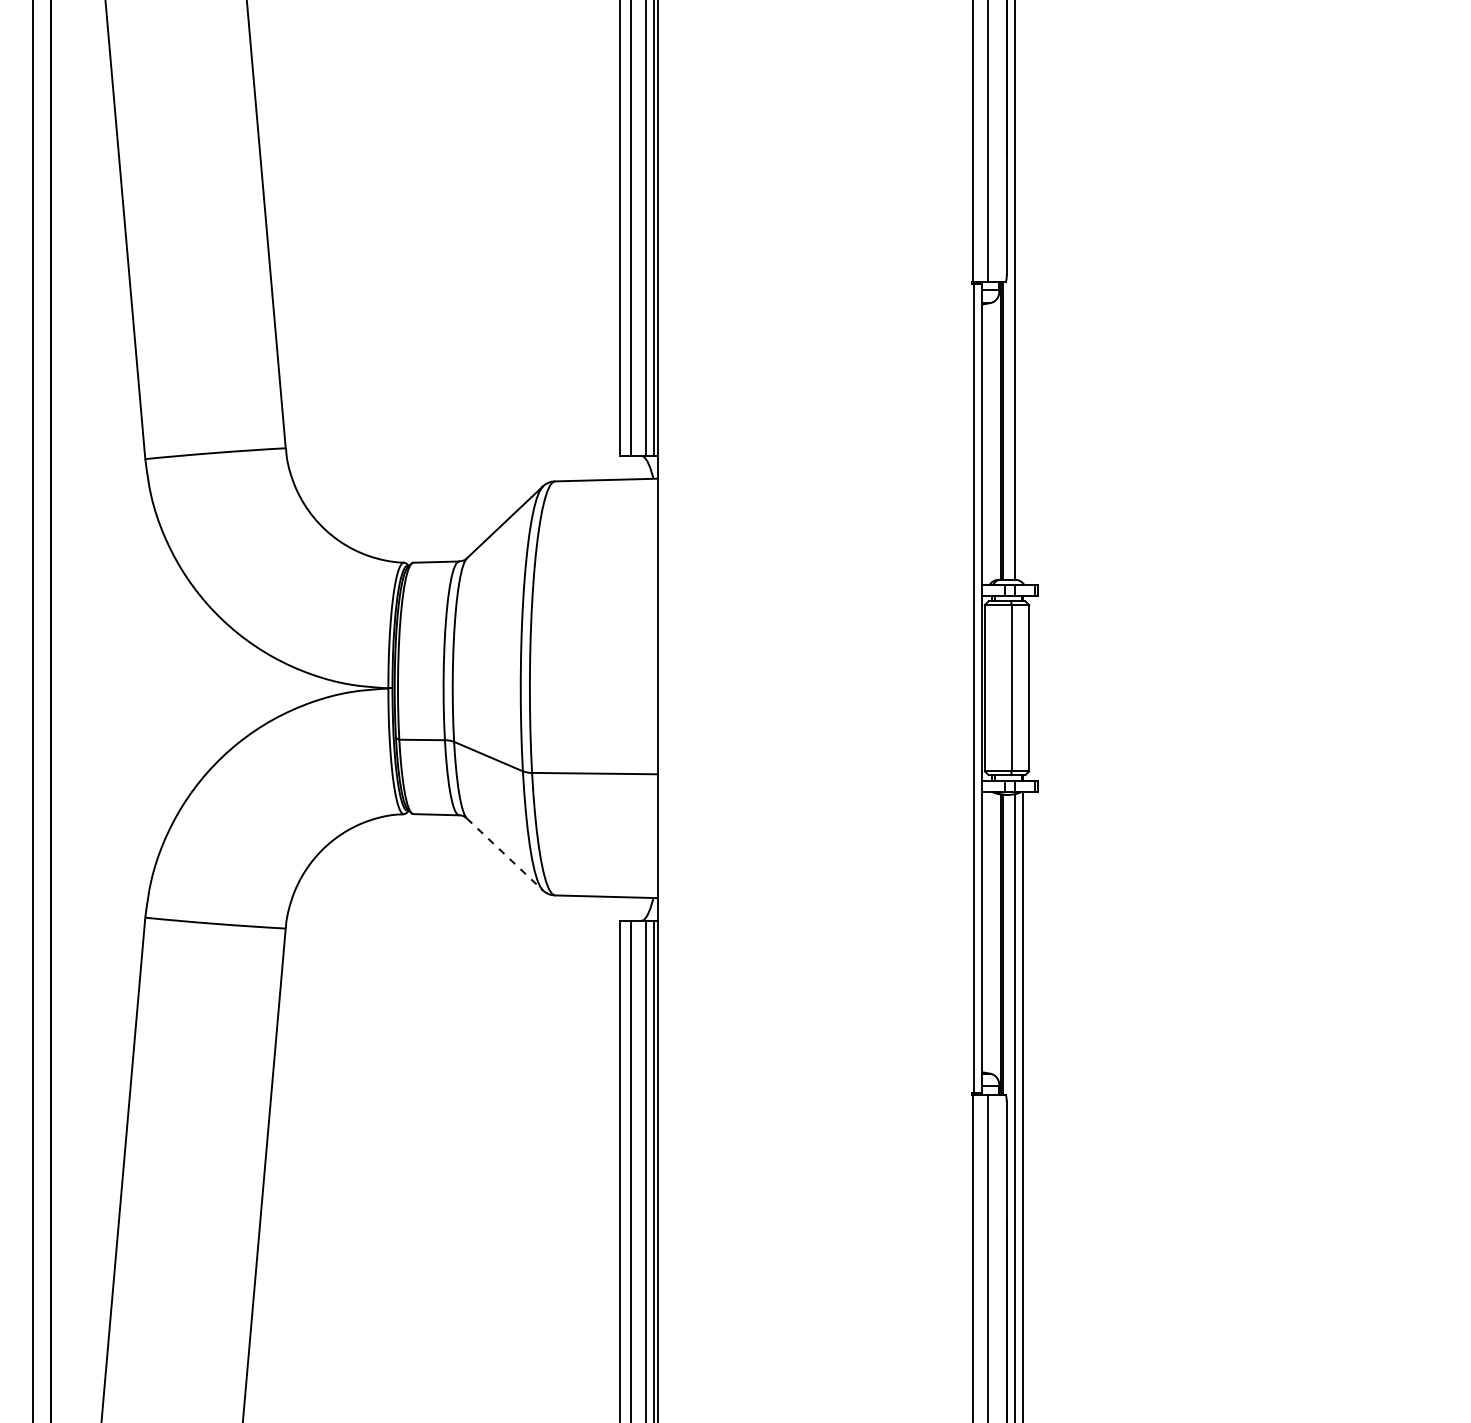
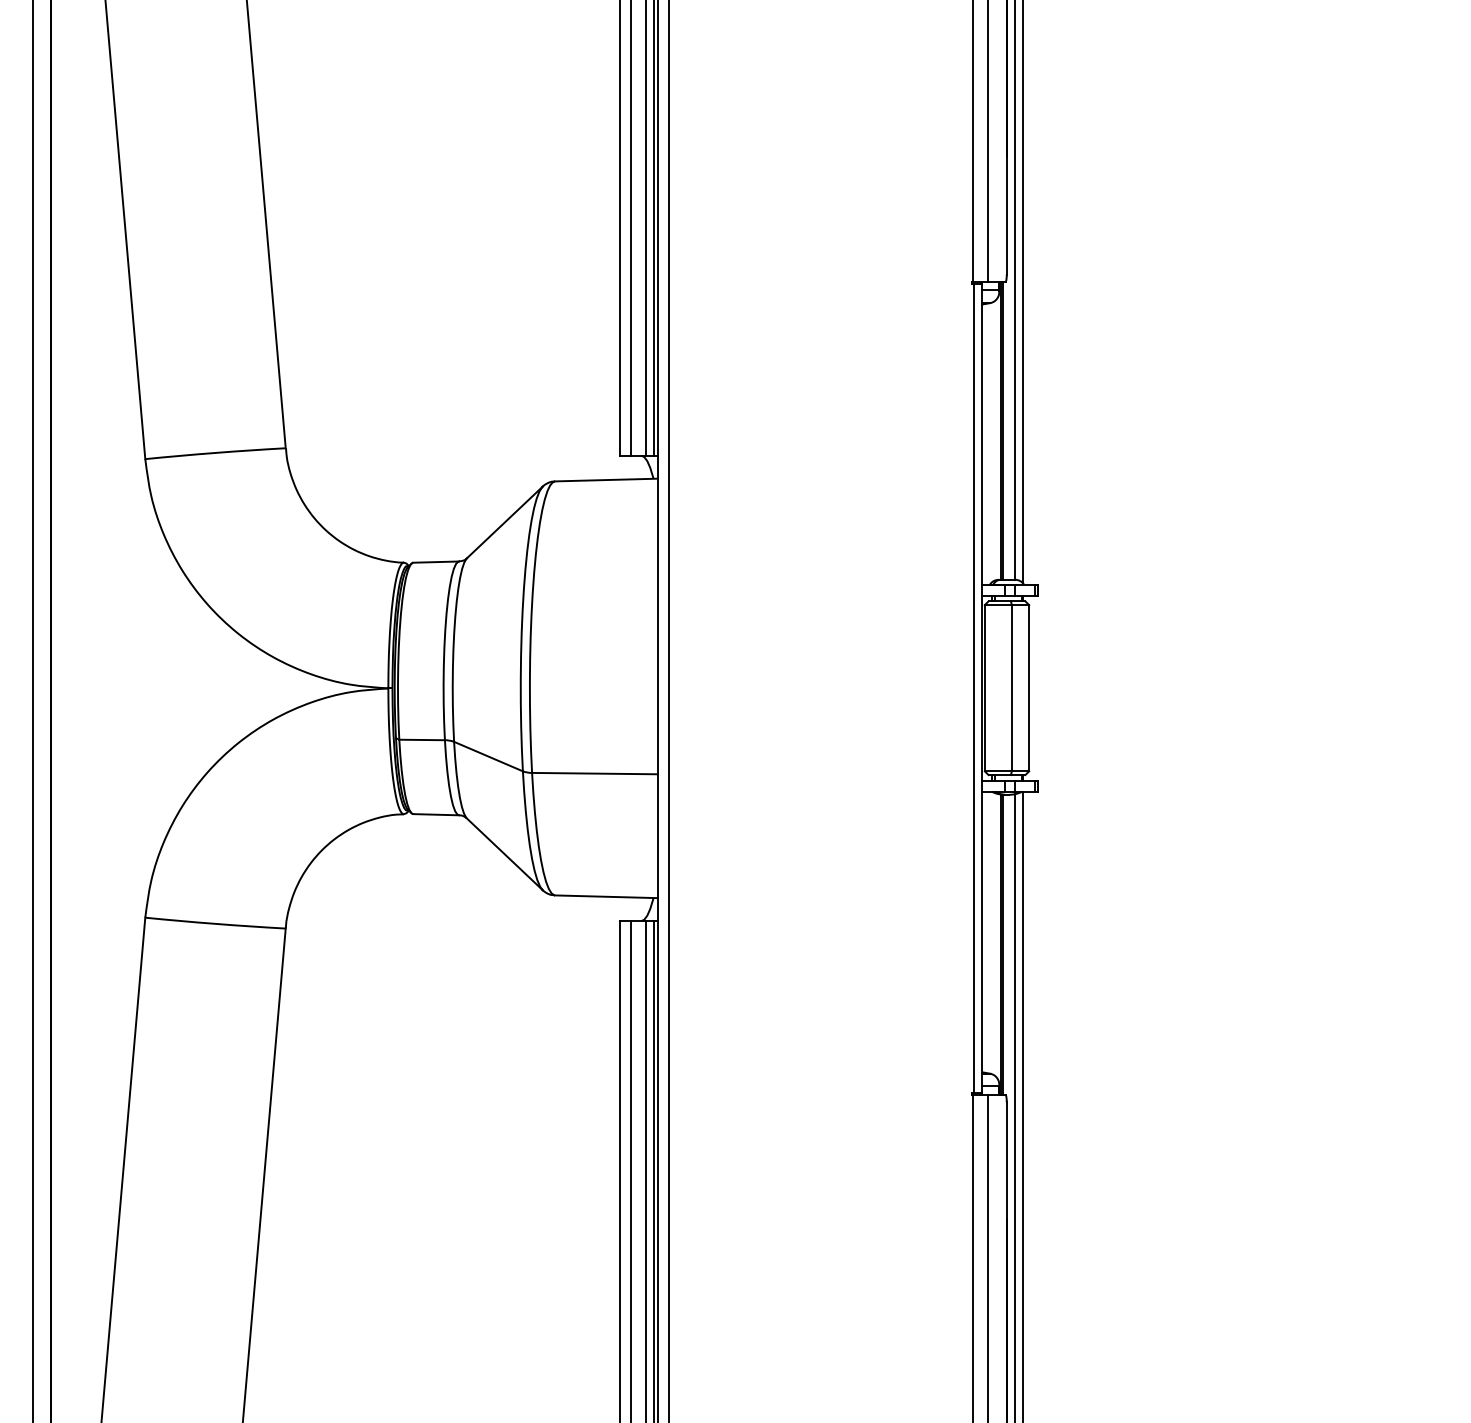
line at (1022, 292): none -> present
line at (668, 710): none -> present
line at (505, 854): dashed -> solid
